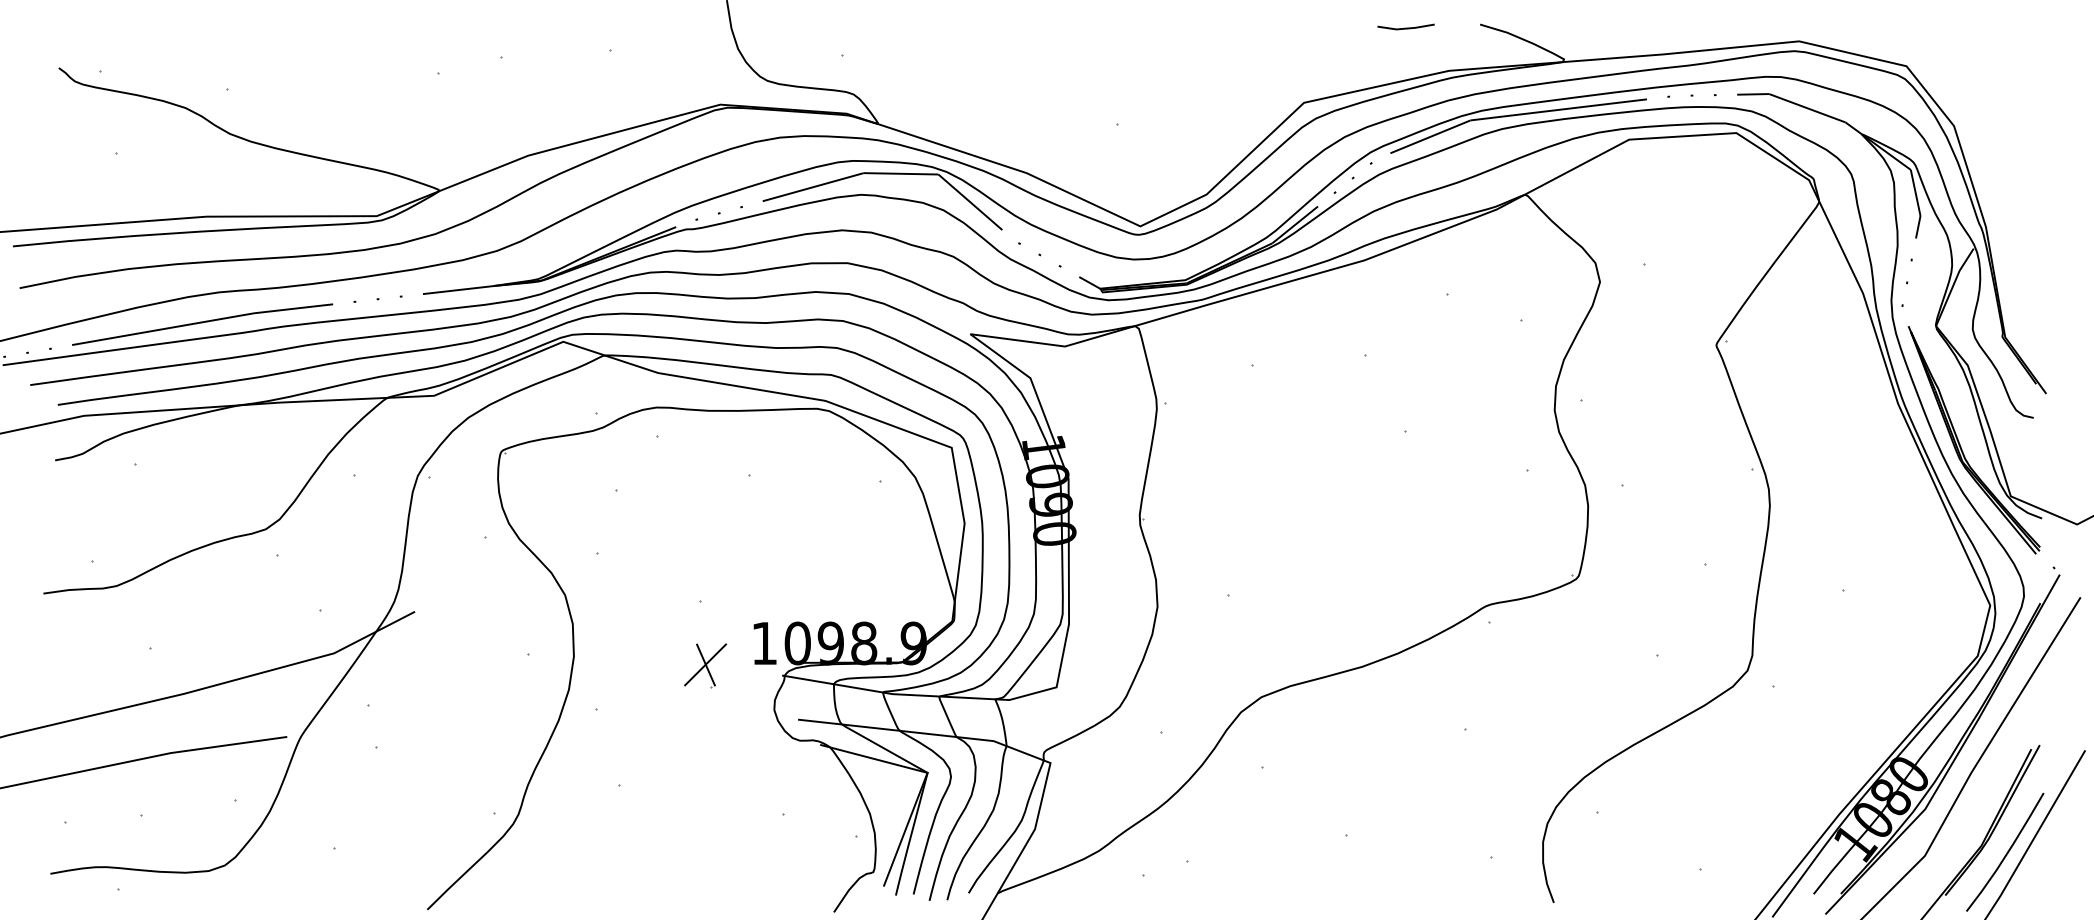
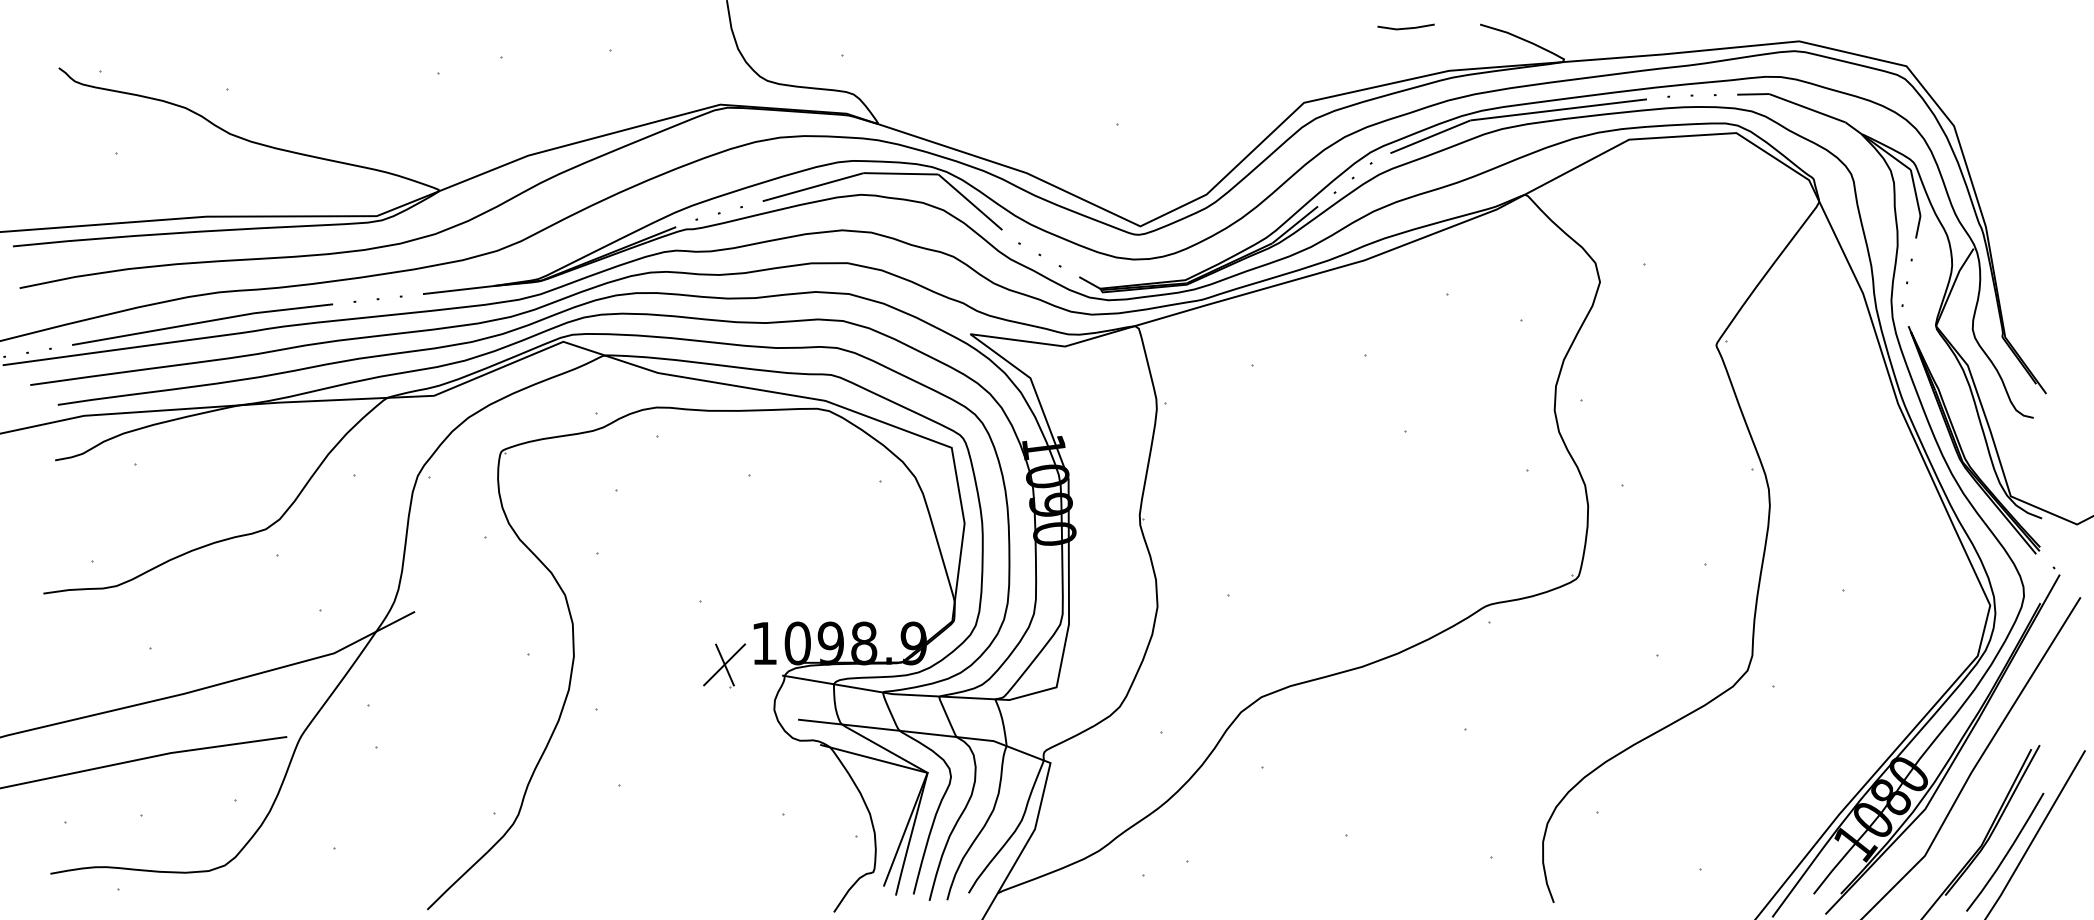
part at (705, 665) position: (705, 665) -> (724, 665)
